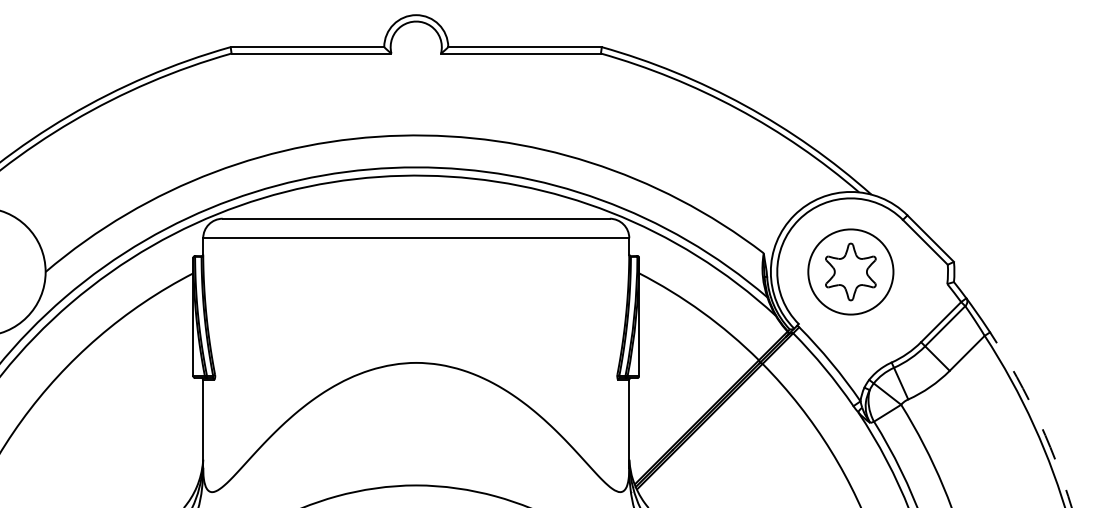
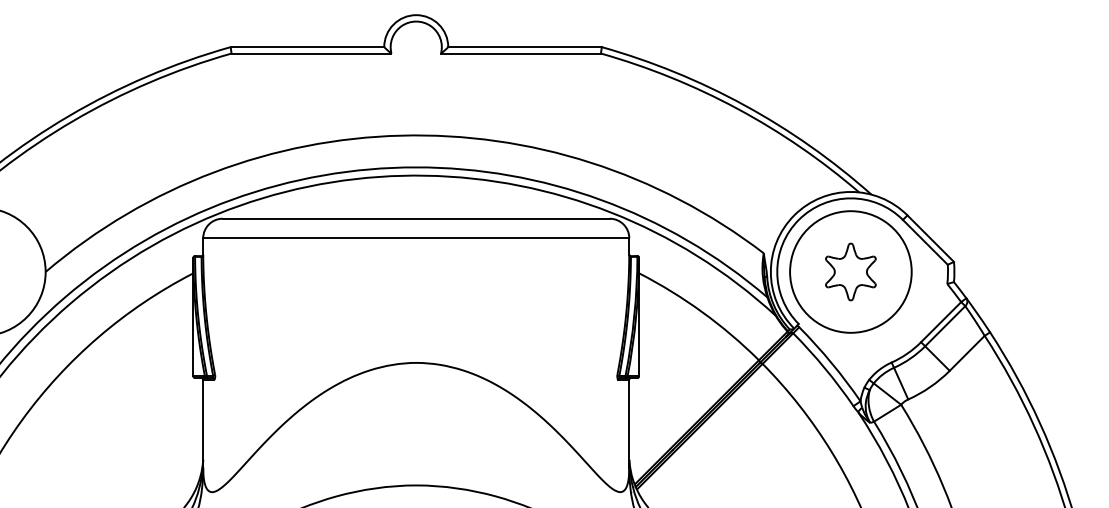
circle at (850, 271) diameter: 85 px -> 122 px
arc at (1037, 417): dashed -> solid
